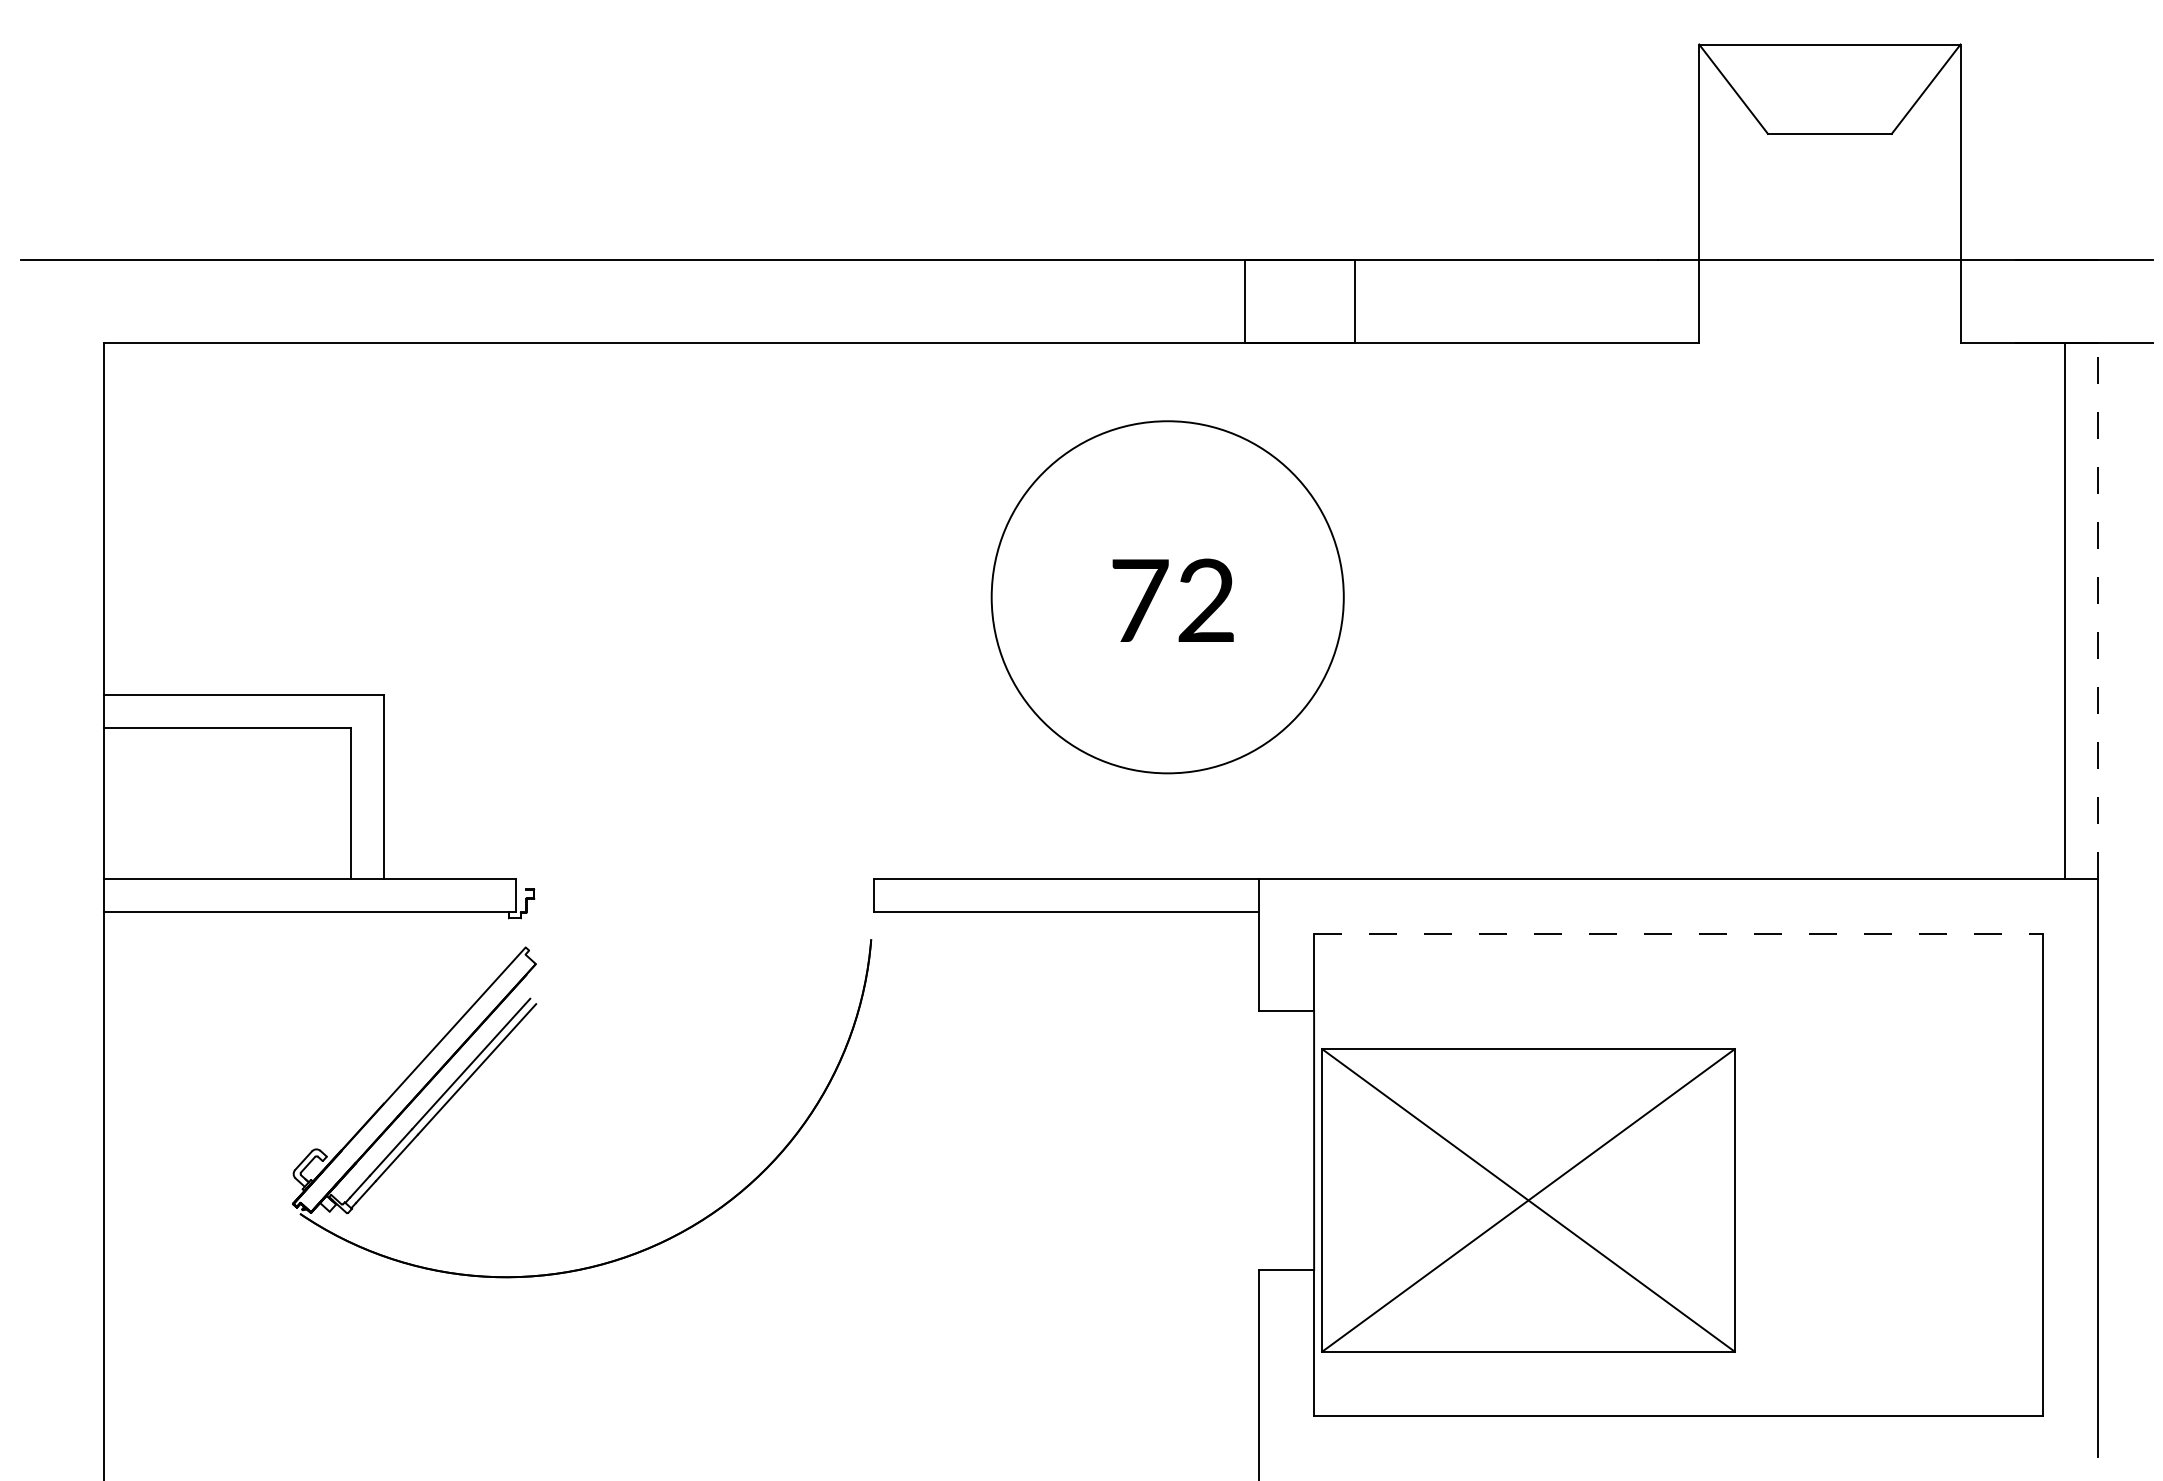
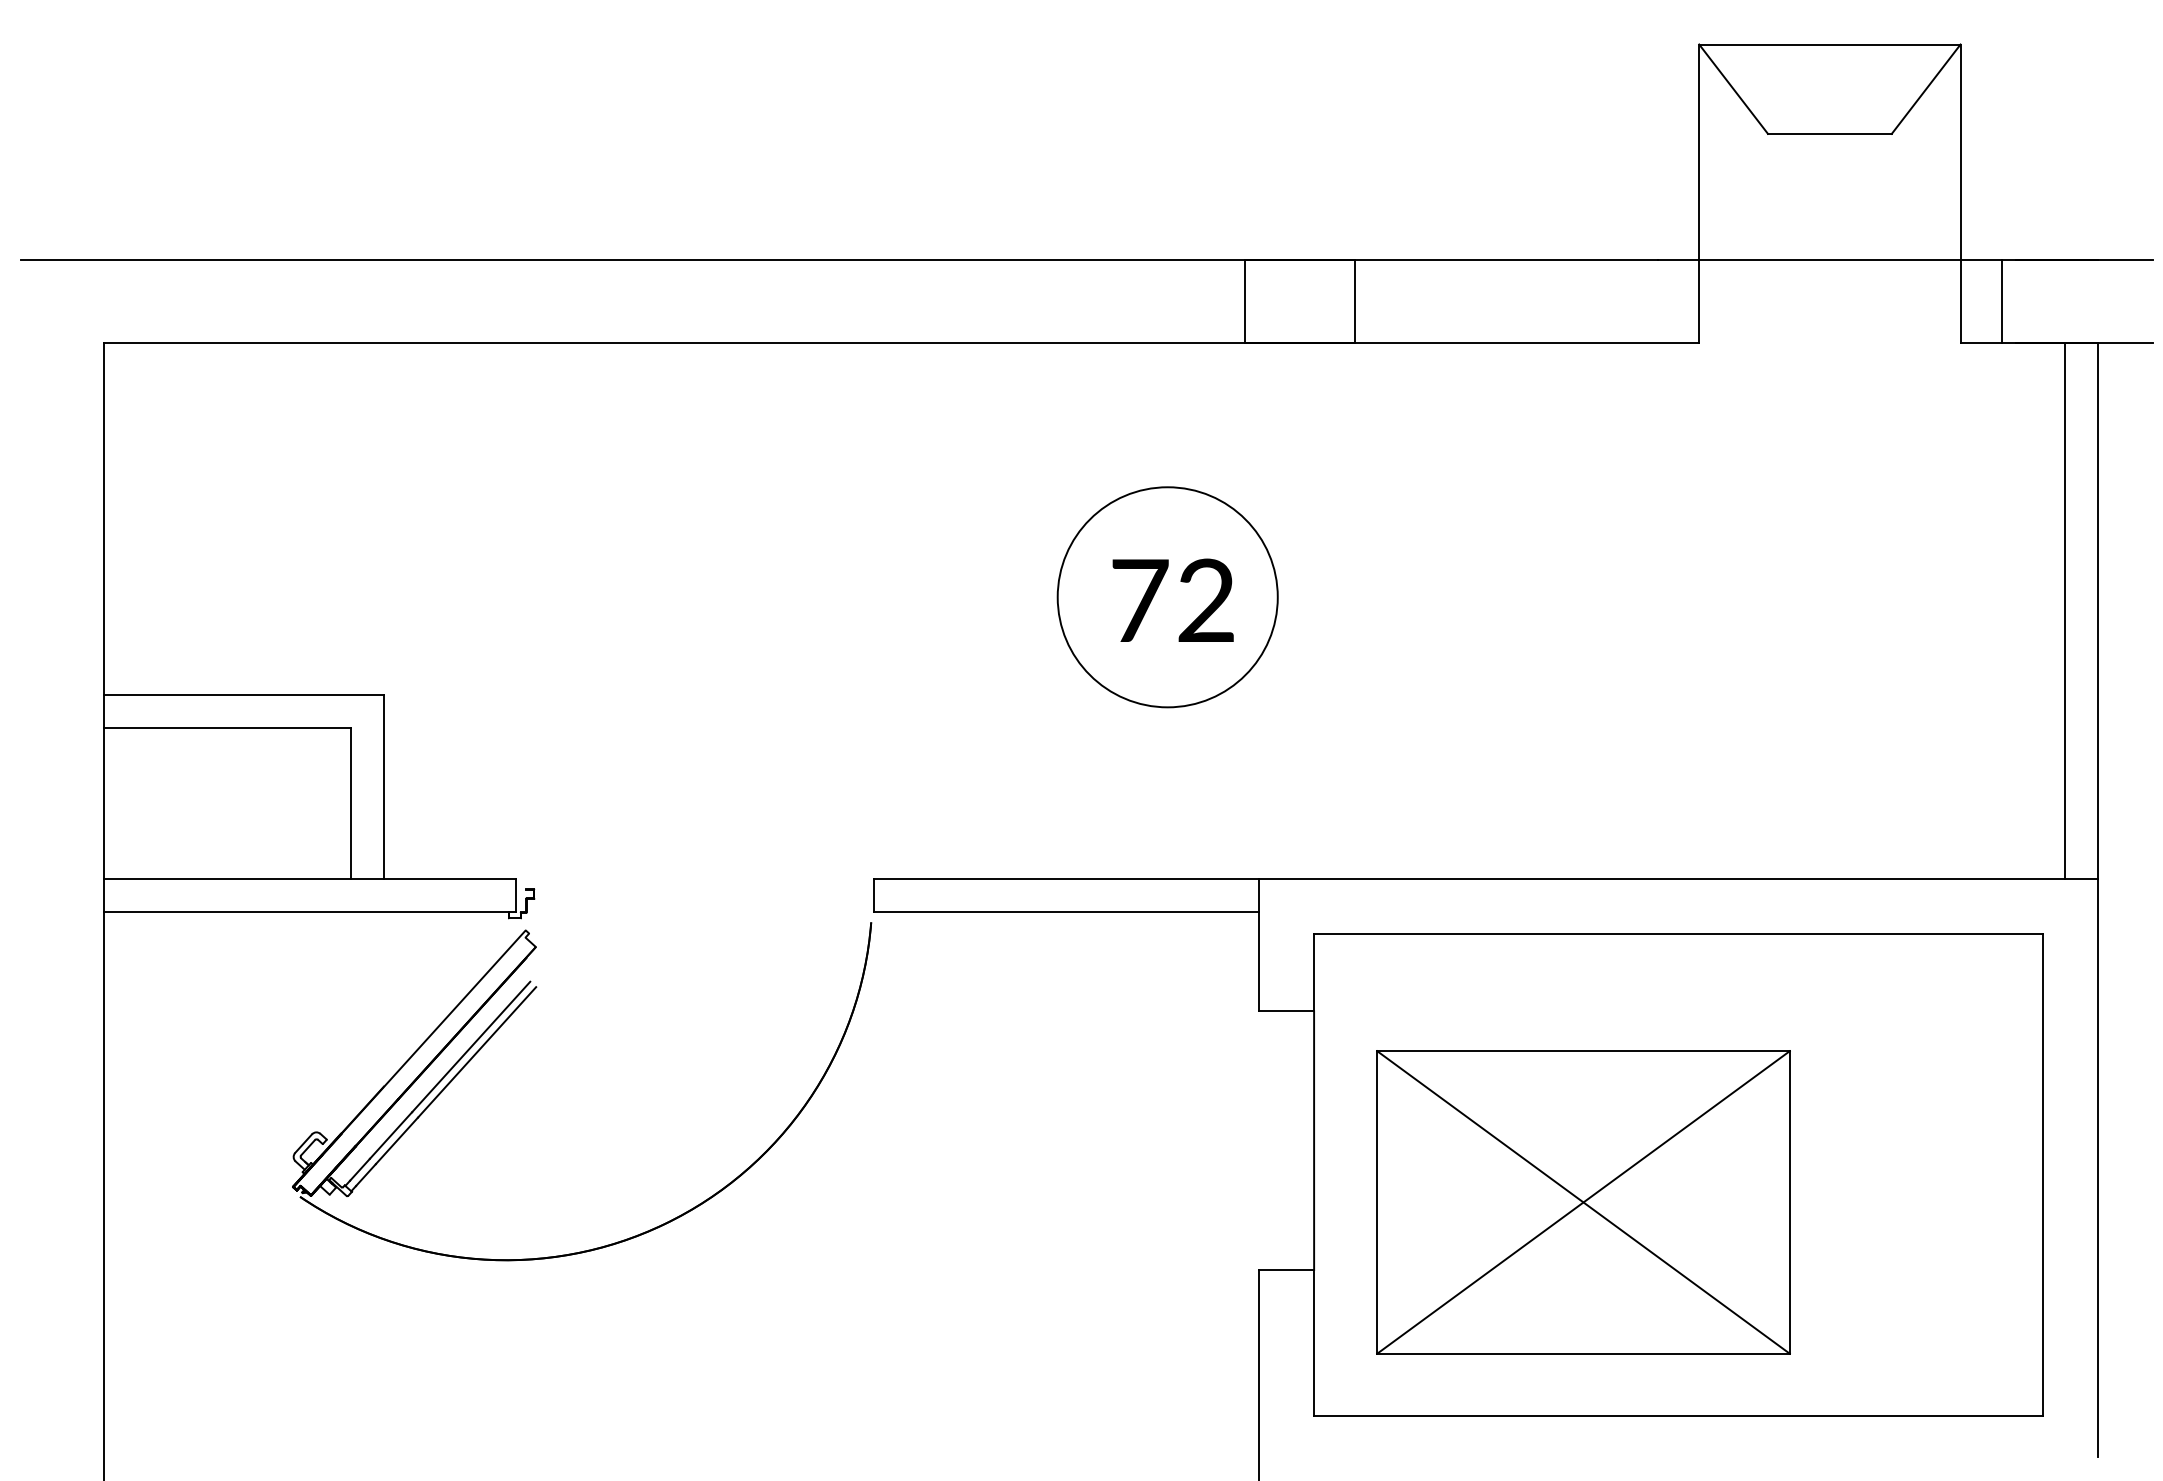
line at (2001, 301): none -> present
circle at (1167, 597) diameter: 352 px -> 220 px
line at (2098, 610): dashed -> solid
line at (1679, 934): dashed -> solid
part at (509, 1035) position: (509, 1035) -> (509, 1018)
part at (1528, 1200) position: (1528, 1200) -> (1583, 1202)
